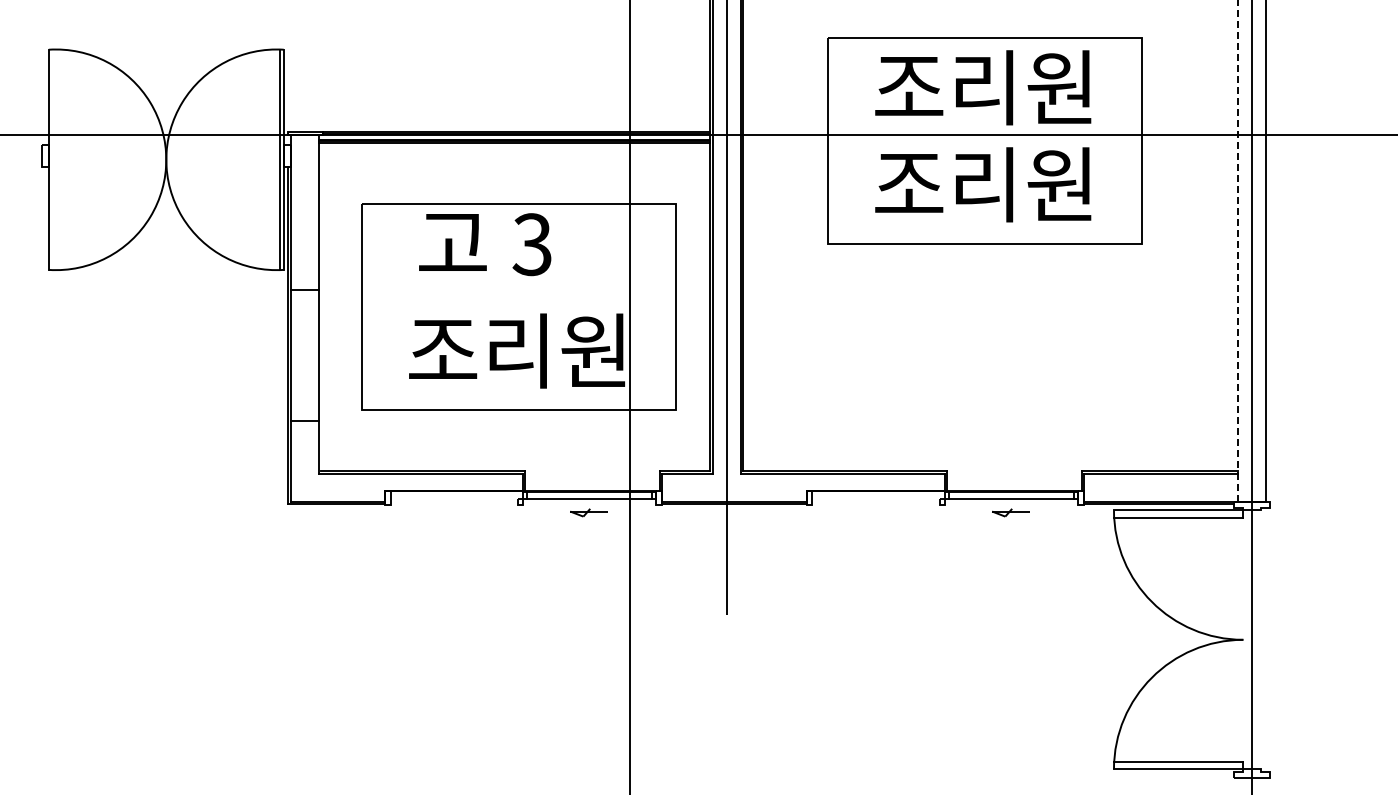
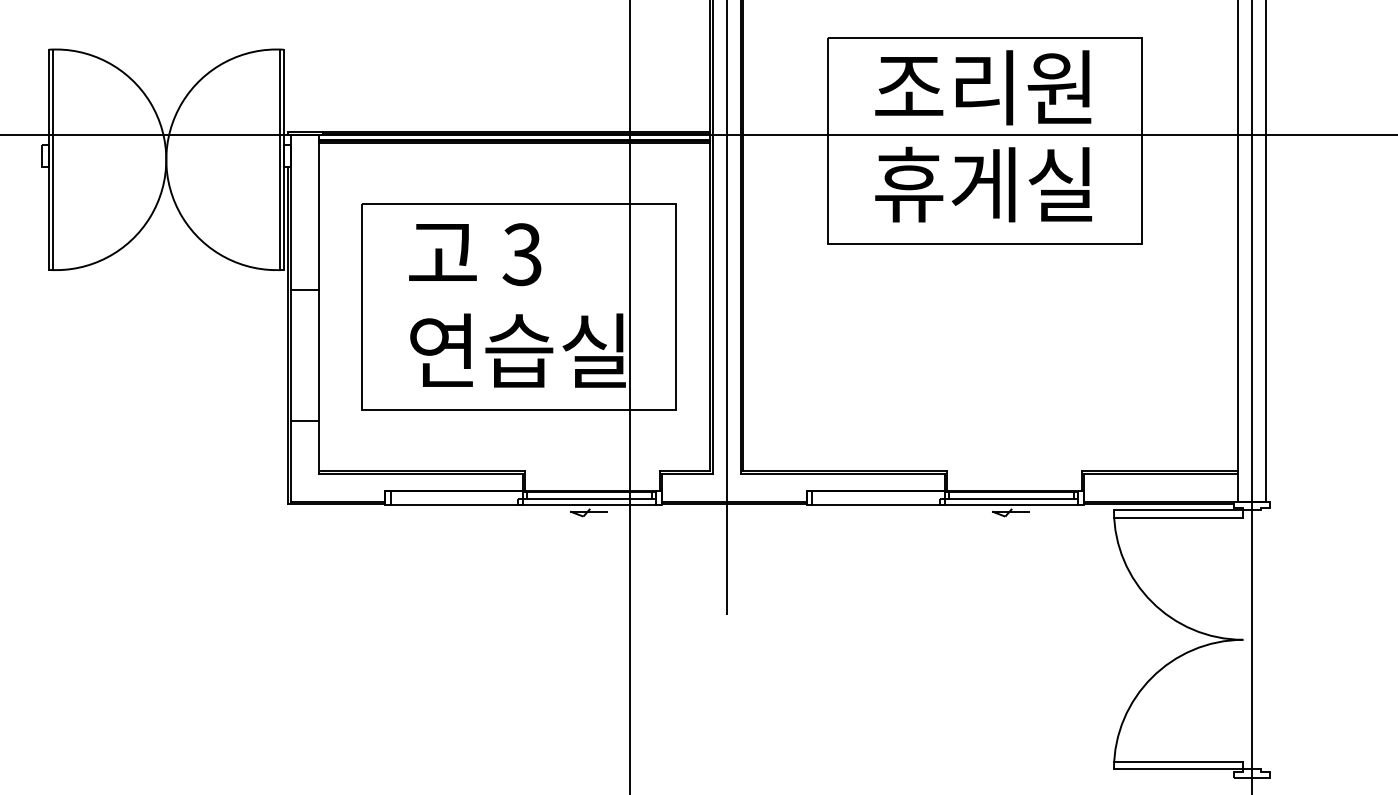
line at (53, 159): none -> present
text at (983, 184): 조리원 -> 휴게실
text at (485, 244) position: (485, 244) -> (475, 254)
line at (1238, 250): dashed -> solid
text at (517, 350): 조리원 -> 연습실
line at (523, 504): none -> present
line at (945, 504): none -> present
